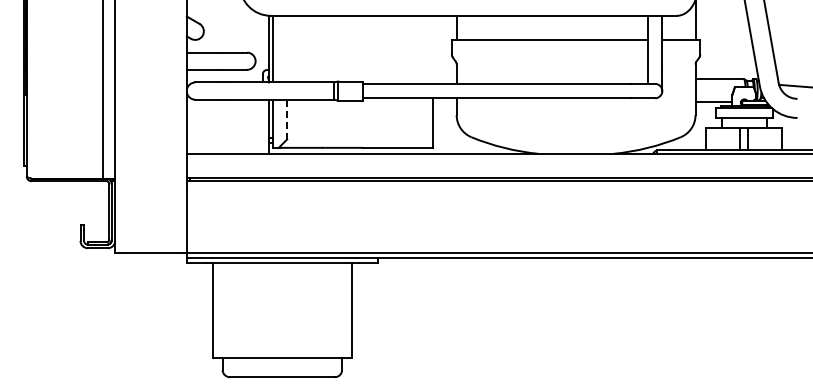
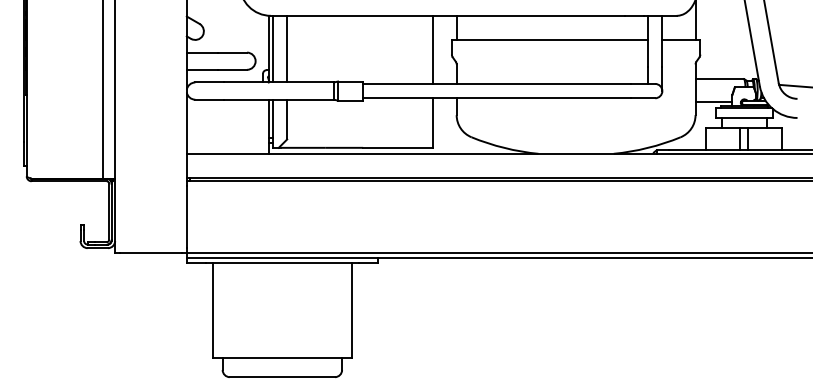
line at (287, 48): none -> present
line at (432, 49): none -> present
line at (287, 119): dashed -> solid
